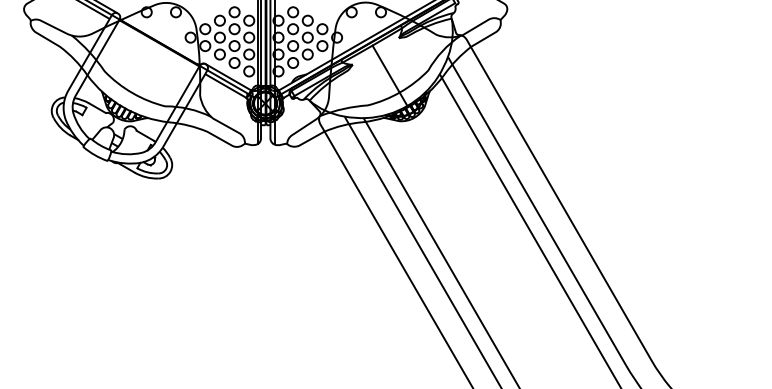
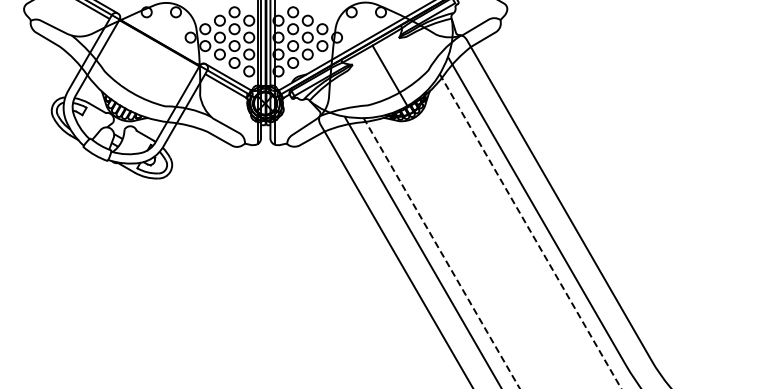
line at (530, 231): solid -> dashed
line at (441, 253): solid -> dashed
